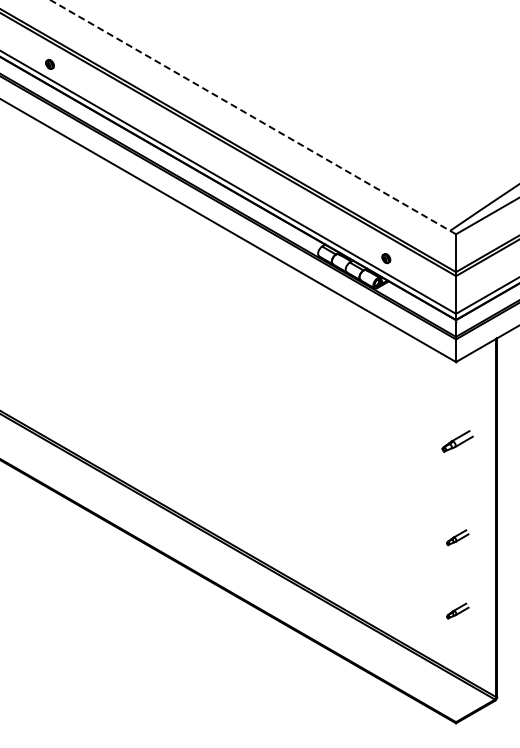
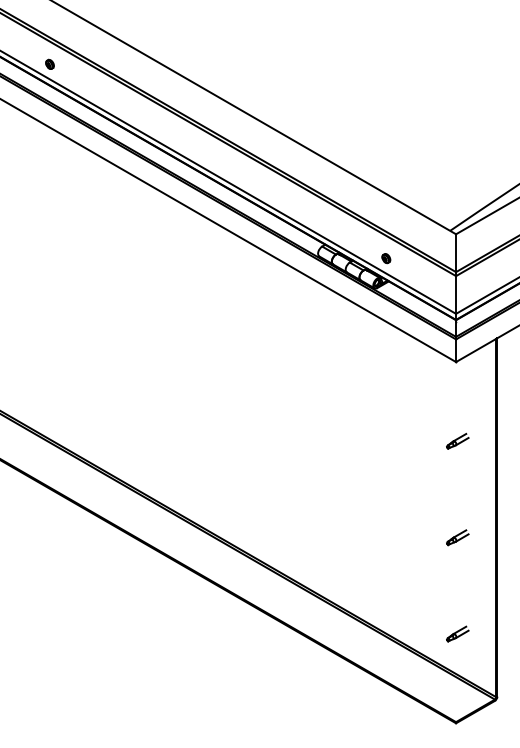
line at (253, 117): dashed -> solid
part at (457, 441) size: 33x23 px -> 24x18 px
part at (457, 610) position: (457, 610) -> (457, 633)
